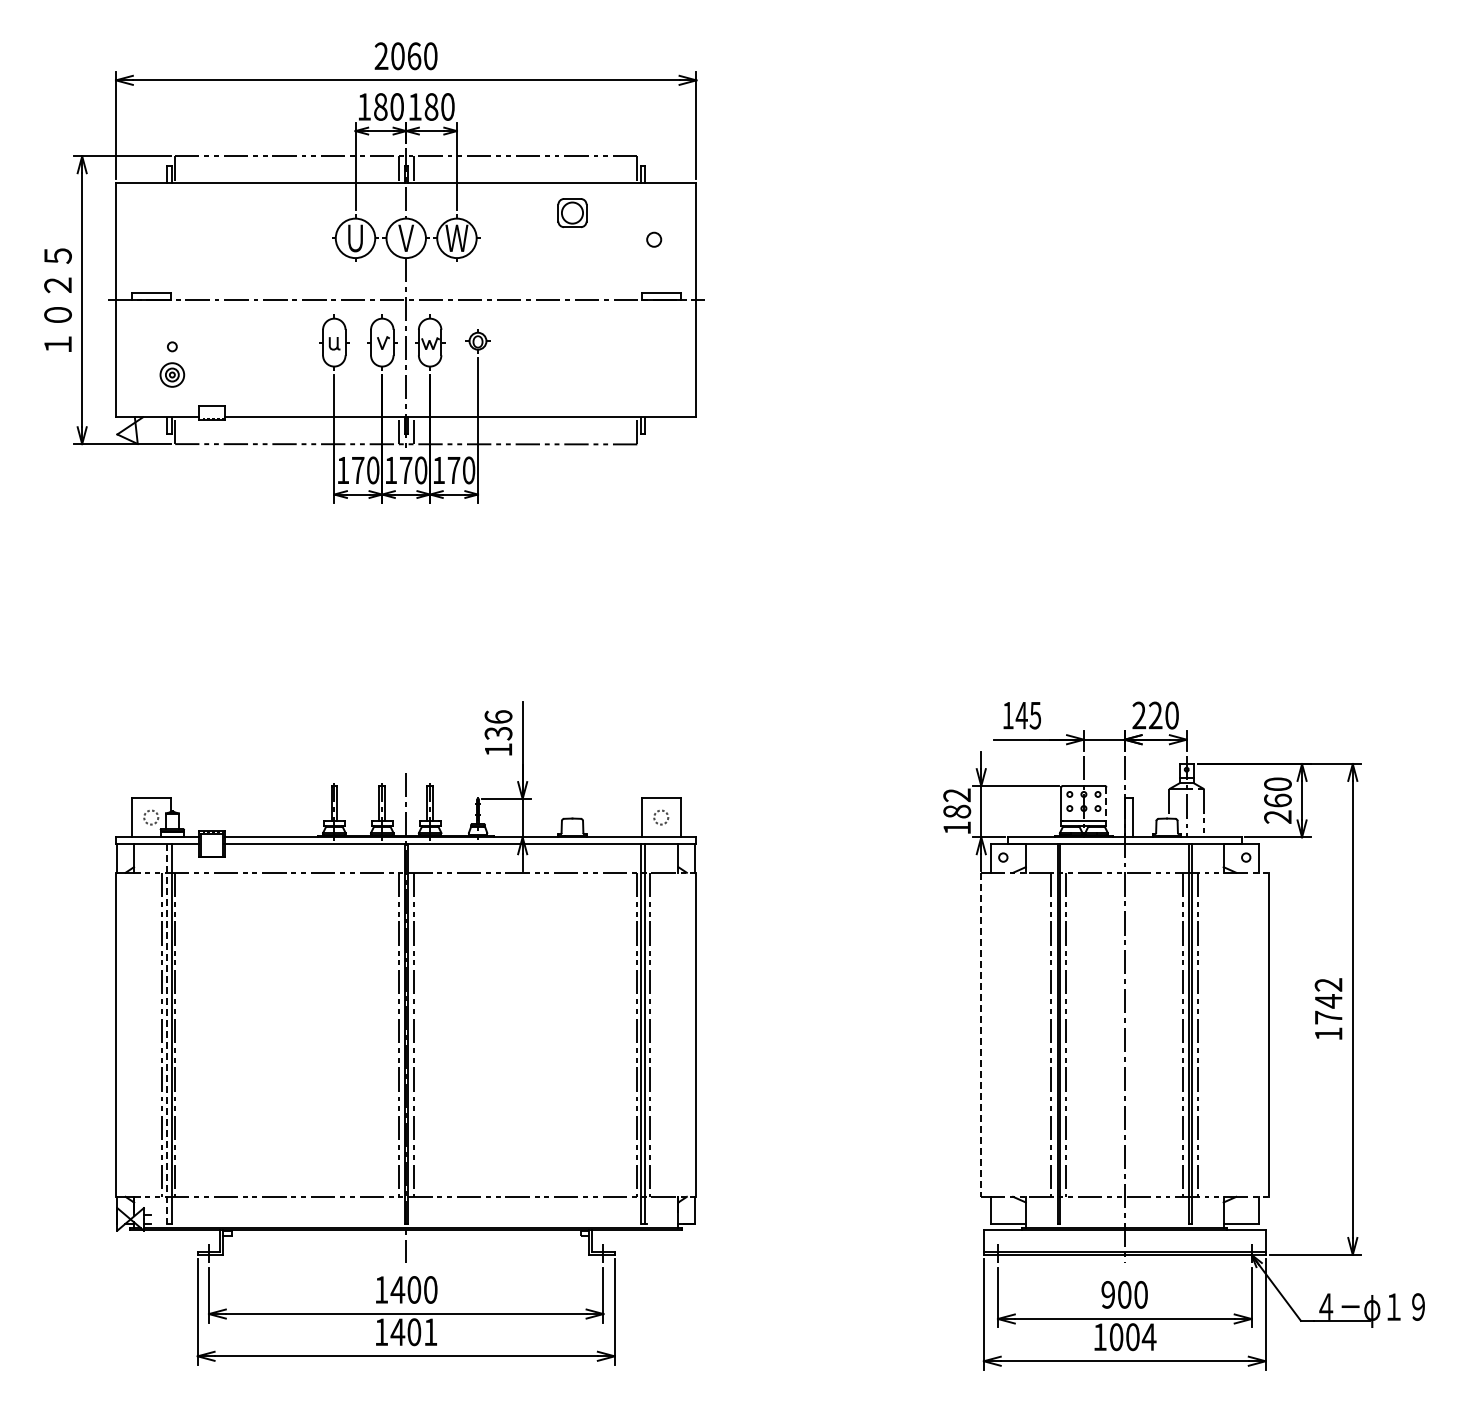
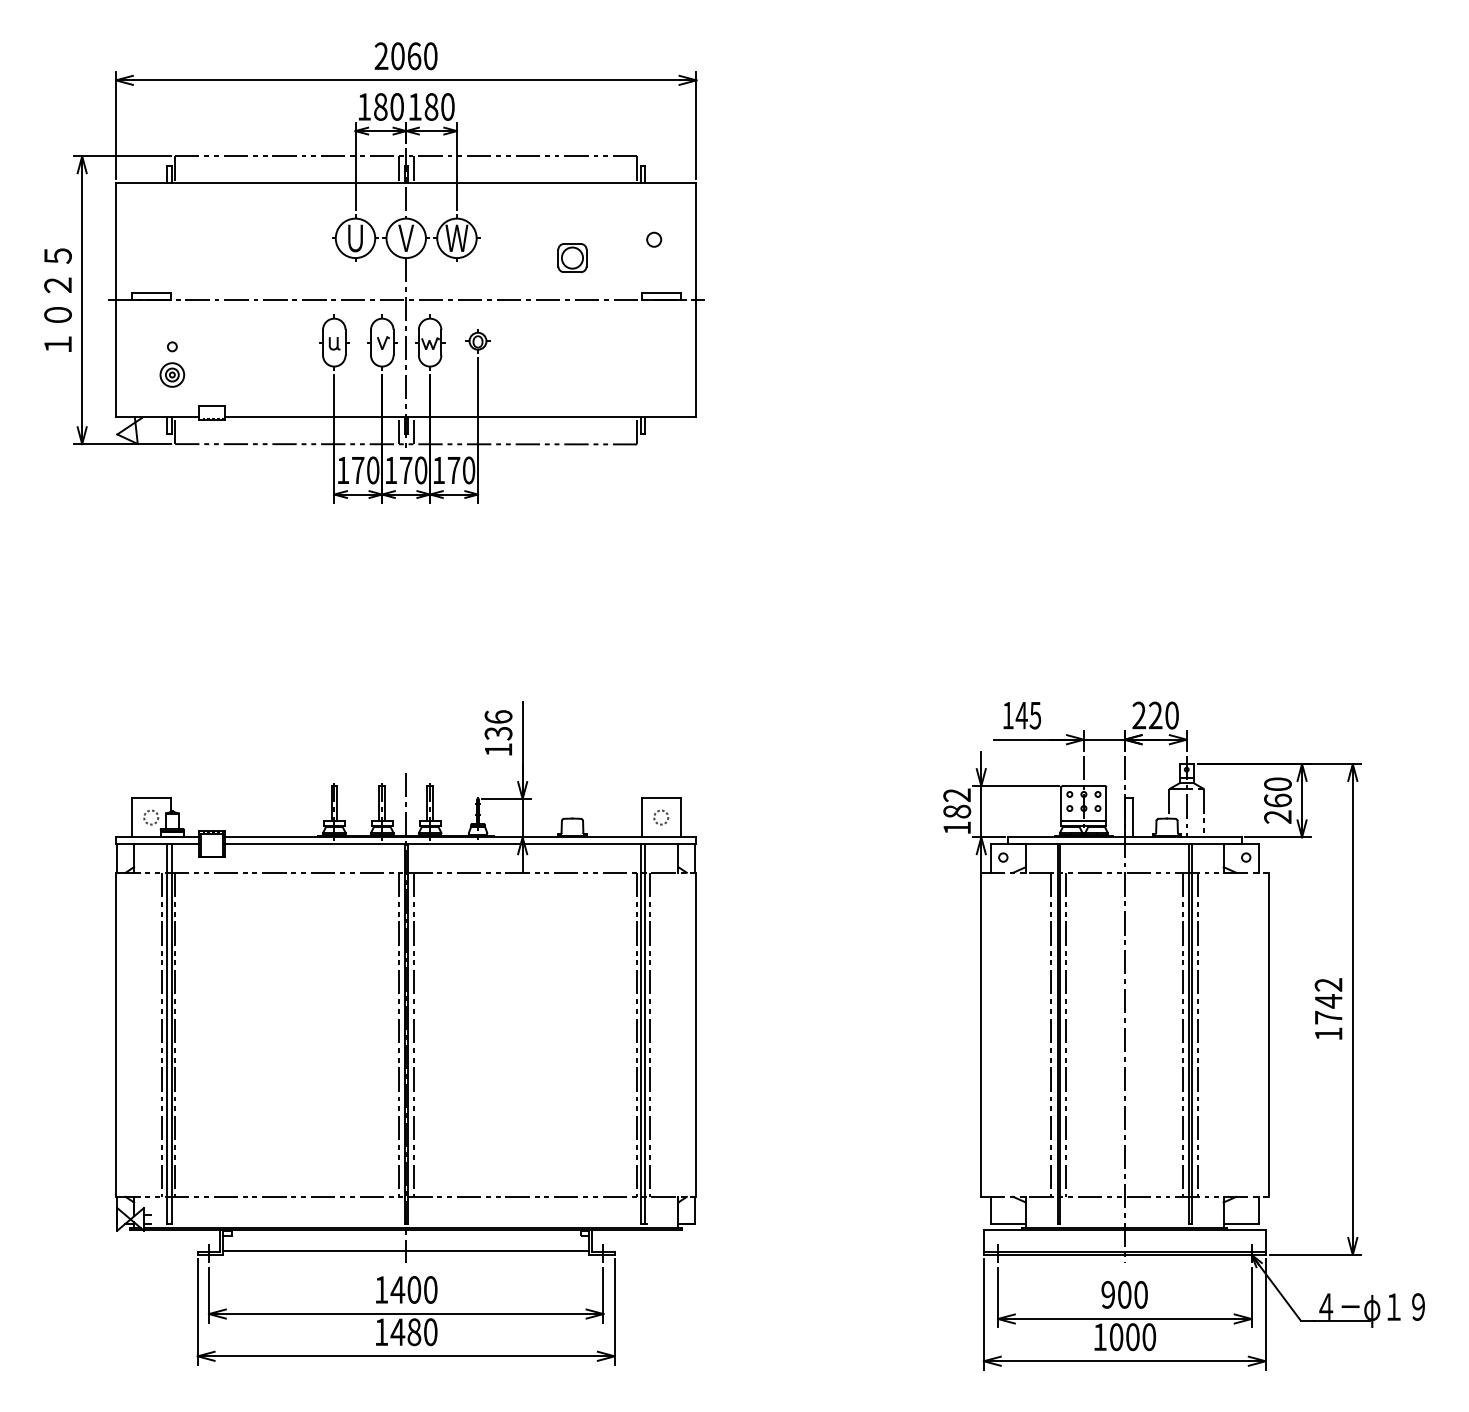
part at (572, 212) position: (572, 212) -> (572, 257)
line at (1106, 804): dashed -> solid
line at (167, 1034): dashed -> solid
line at (980, 1035): dashed -> solid
line at (406, 1250): none -> present
text at (422, 1332): 1401 -> 1480
text at (1148, 1337): 1004 -> 1000
